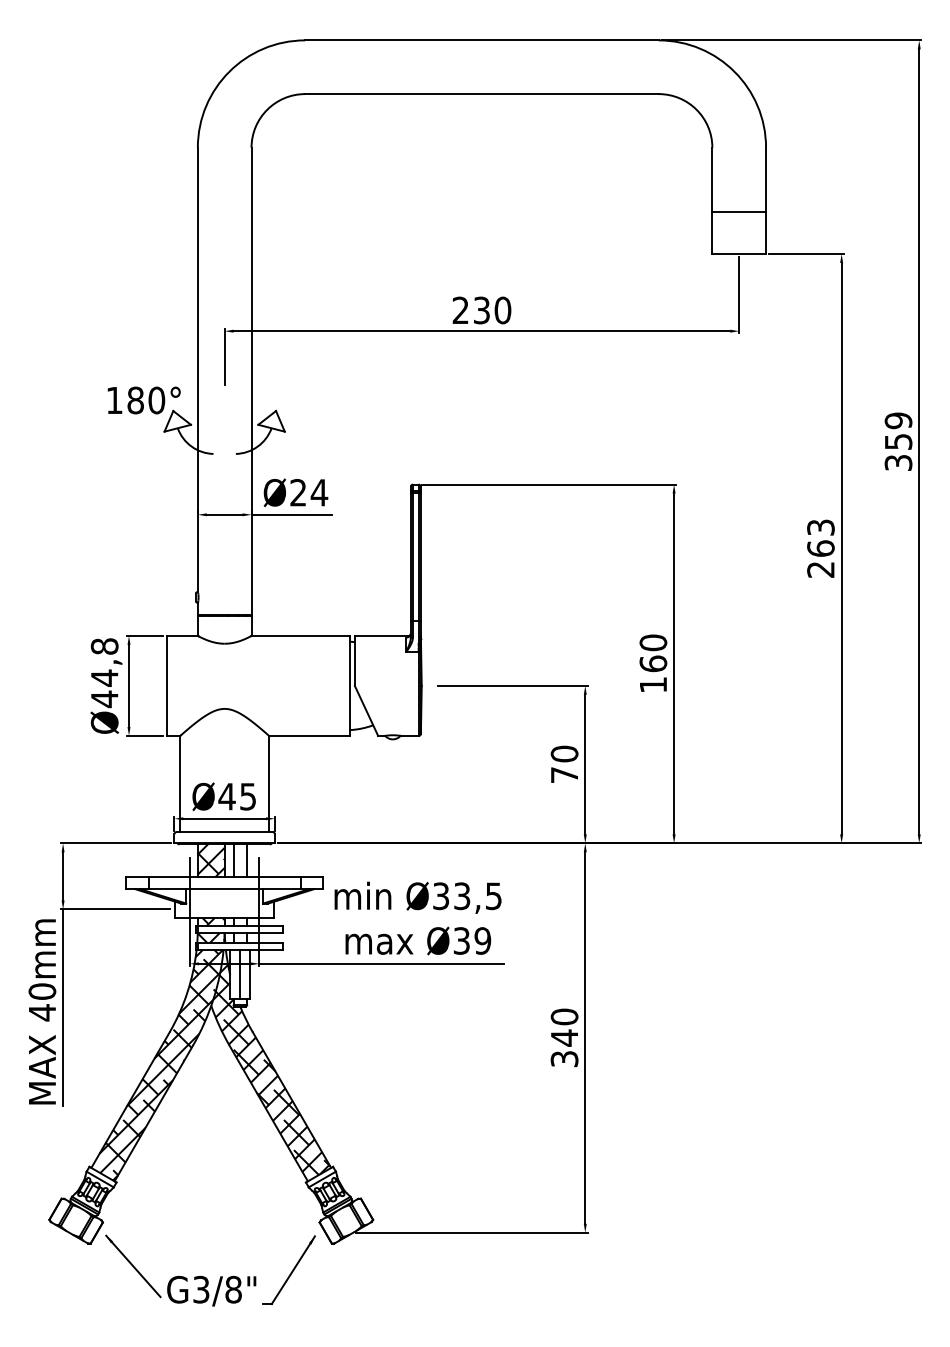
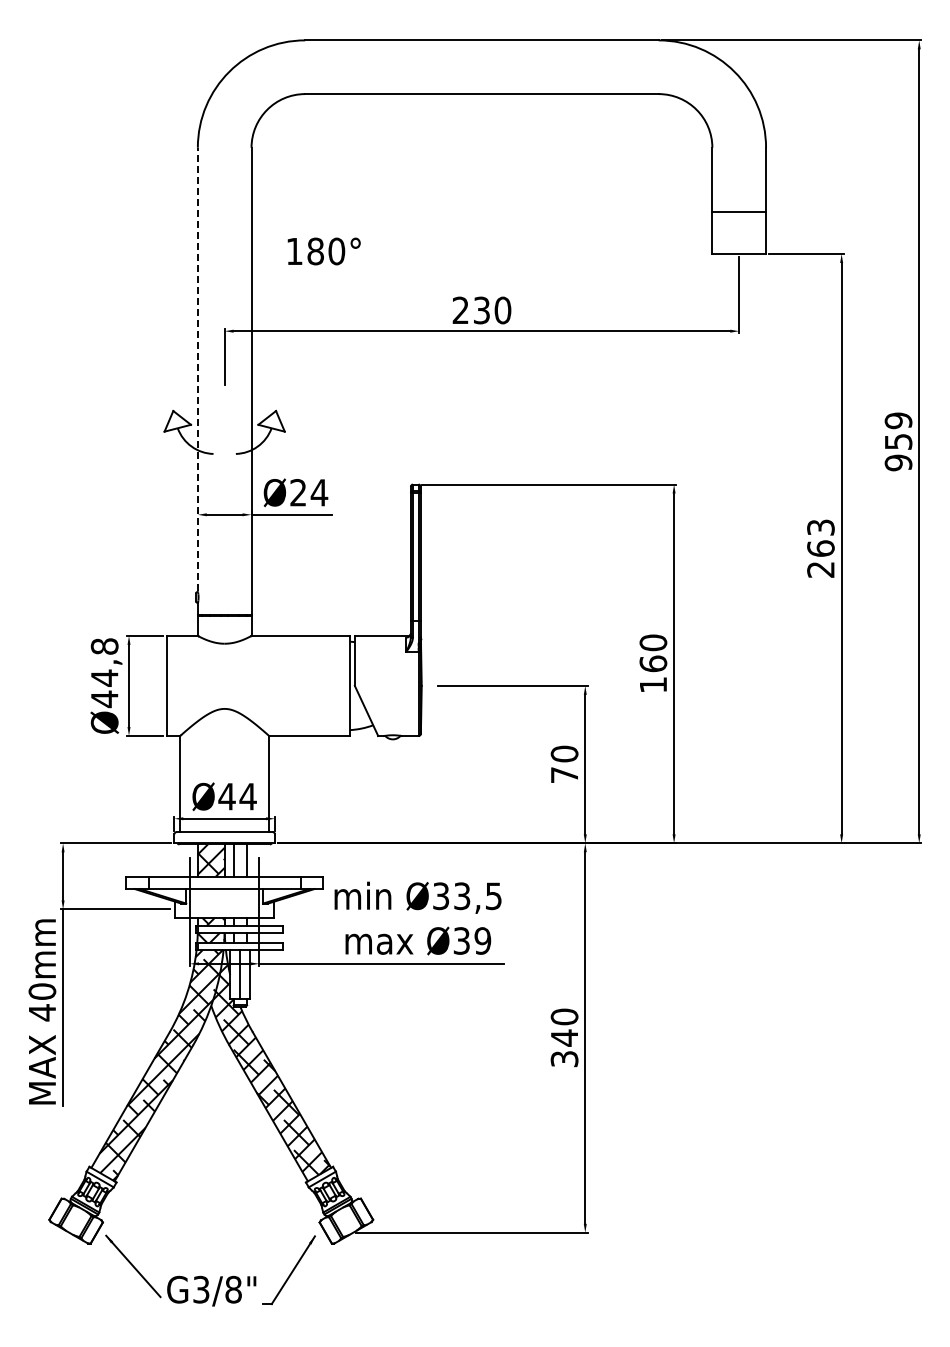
line at (197, 369): solid -> dashed
text at (143, 400) position: (143, 400) -> (323, 251)
text at (898, 462): 359 -> 959
text at (247, 796): Ø45 -> Ø44
